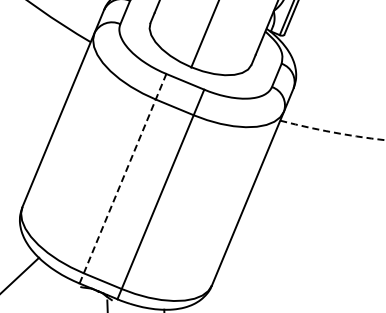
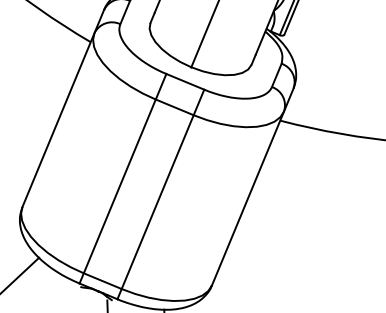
arc at (332, 132): dashed -> solid
line at (123, 178): dashed -> solid
